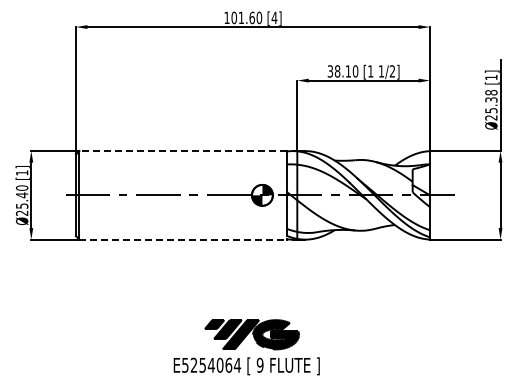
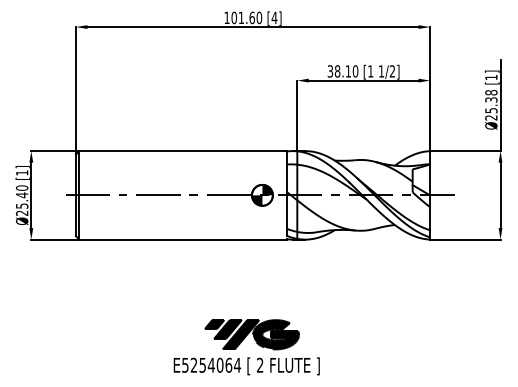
line at (183, 151): dashed -> solid
line at (183, 239): dashed -> solid
text at (259, 365): 9 -> 2
